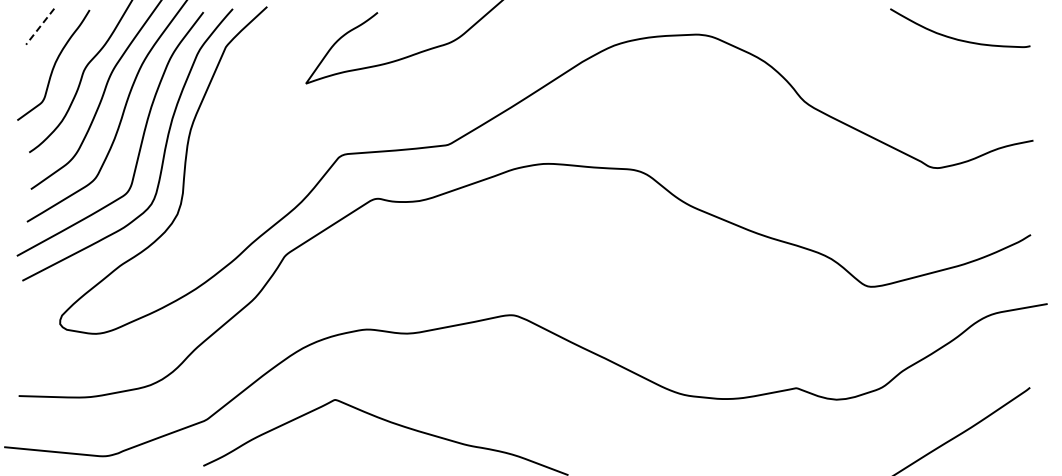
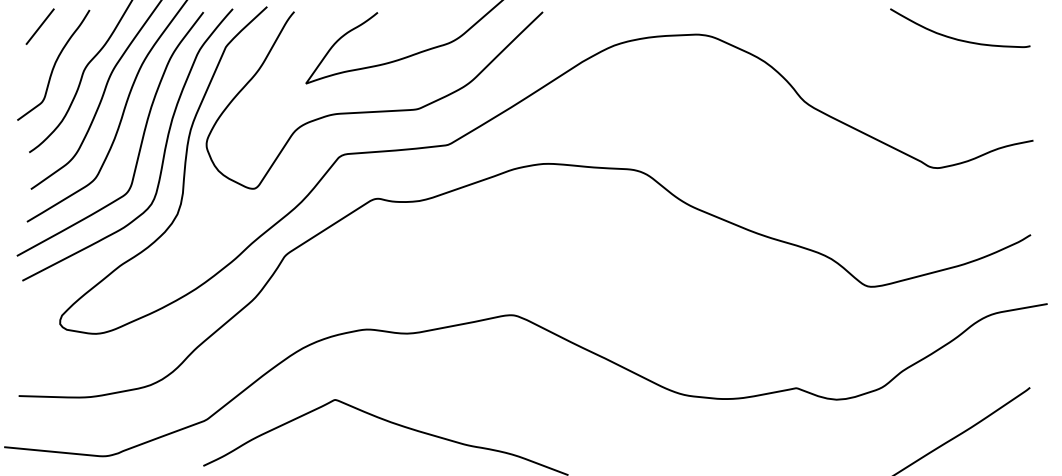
line at (40, 26): dashed -> solid
curve at (376, 110): none -> present
